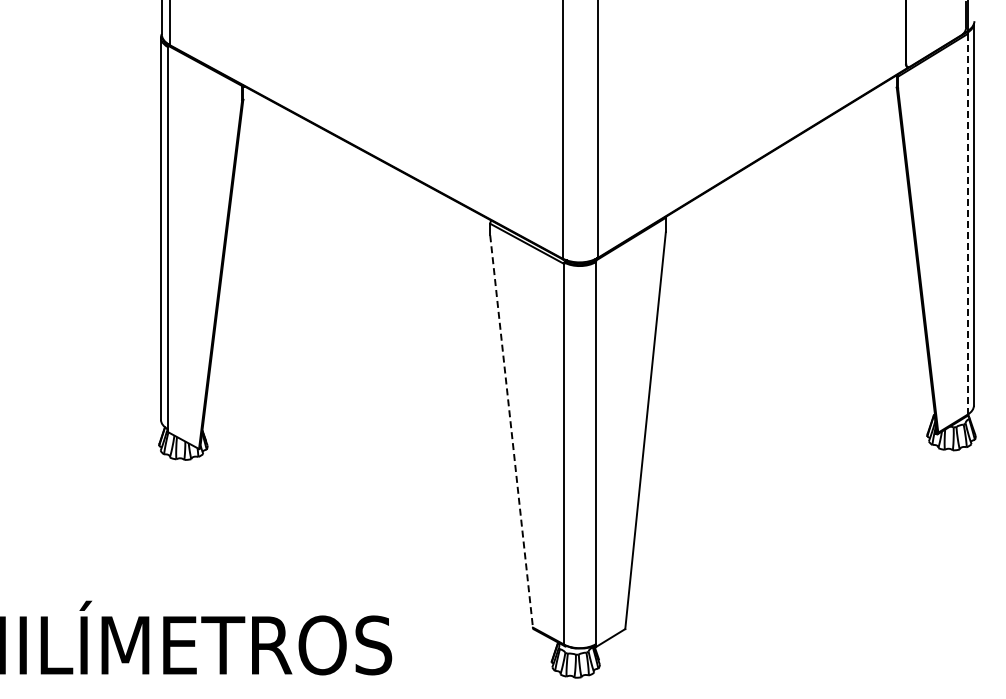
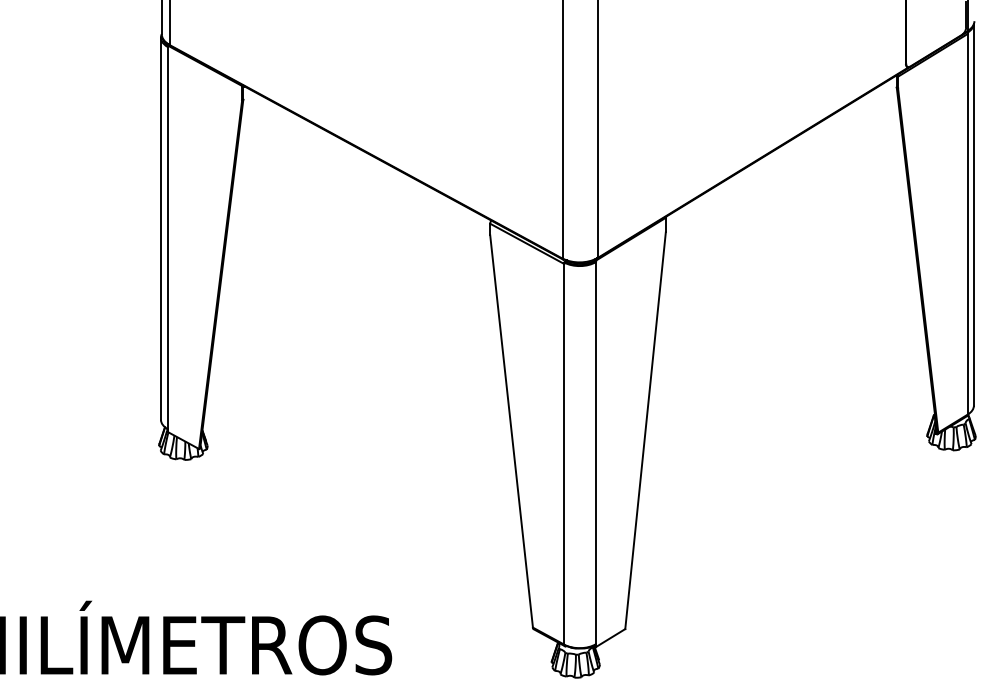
line at (967, 223): dashed -> solid
line at (511, 431): dashed -> solid
